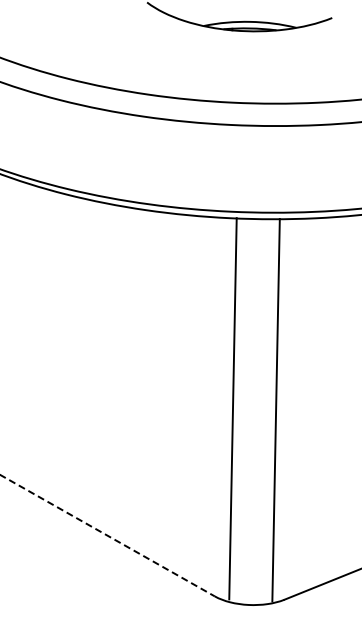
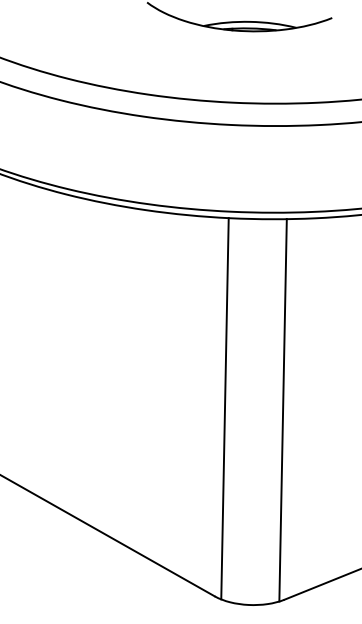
line at (232, 408) position: (232, 408) -> (224, 408)
line at (275, 409) position: (275, 409) -> (282, 409)
line at (107, 535): dashed -> solid
